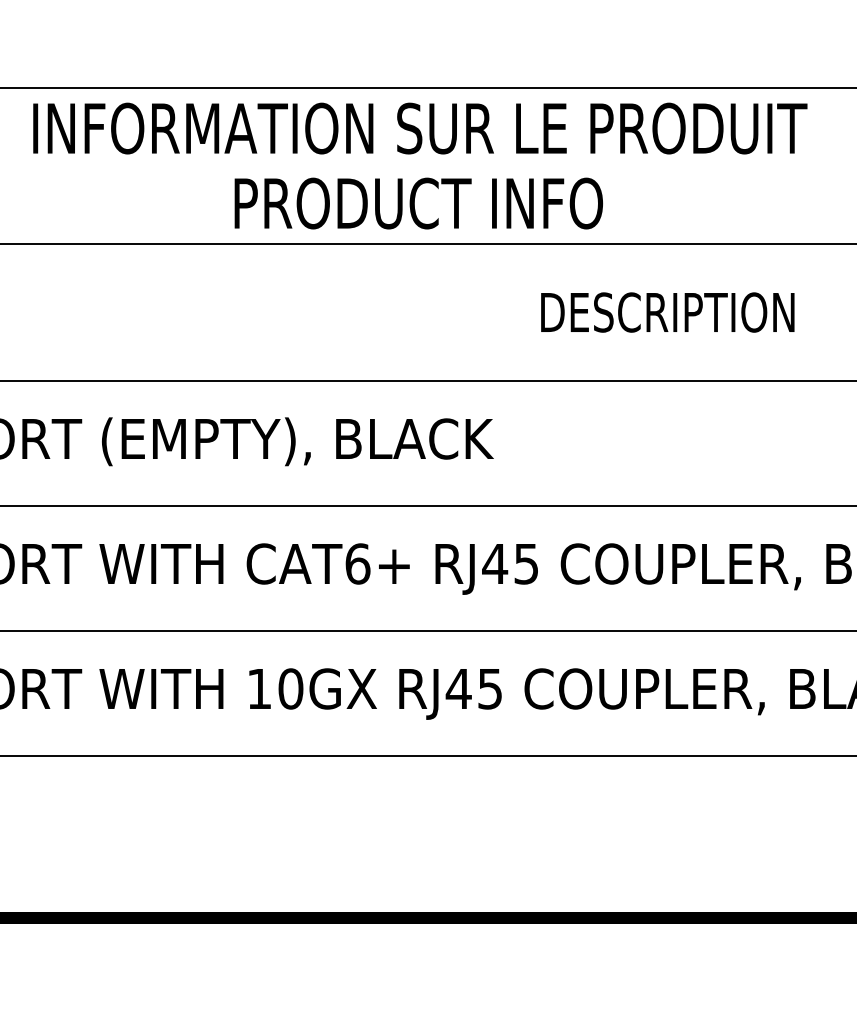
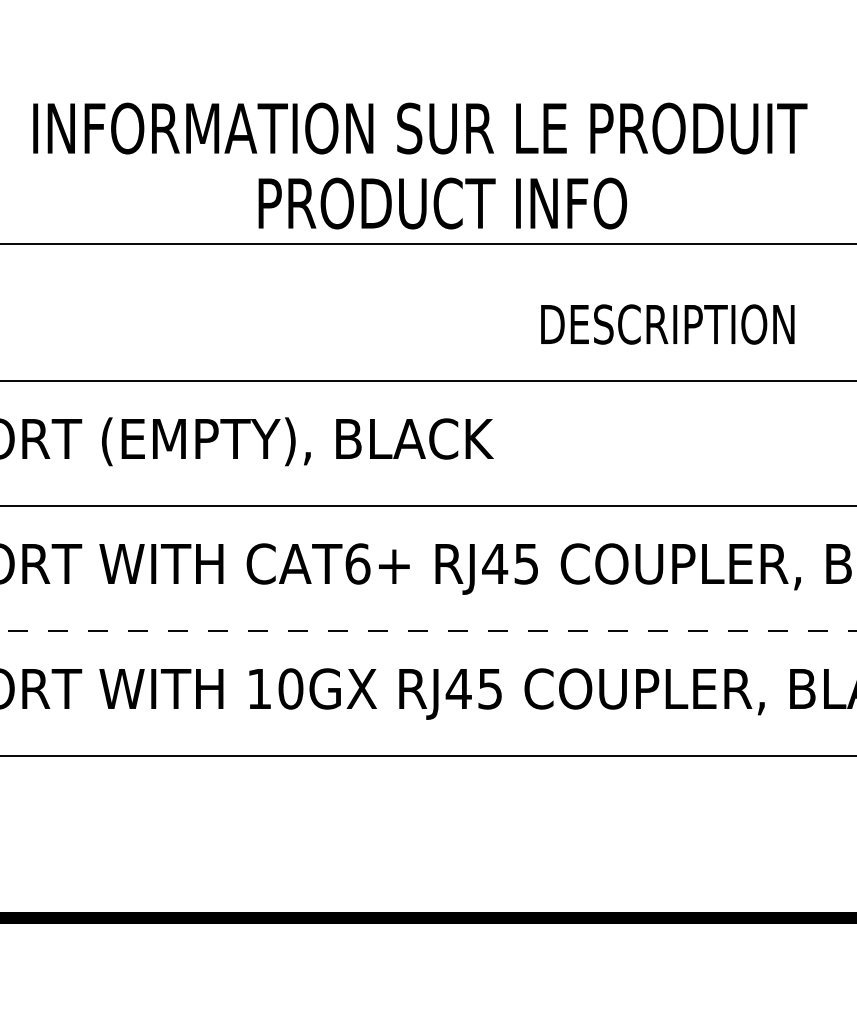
line at (427, 87): present -> none
text at (418, 203) position: (418, 203) -> (442, 203)
text at (667, 312) position: (667, 312) -> (667, 324)
line at (428, 630): solid -> dashed
